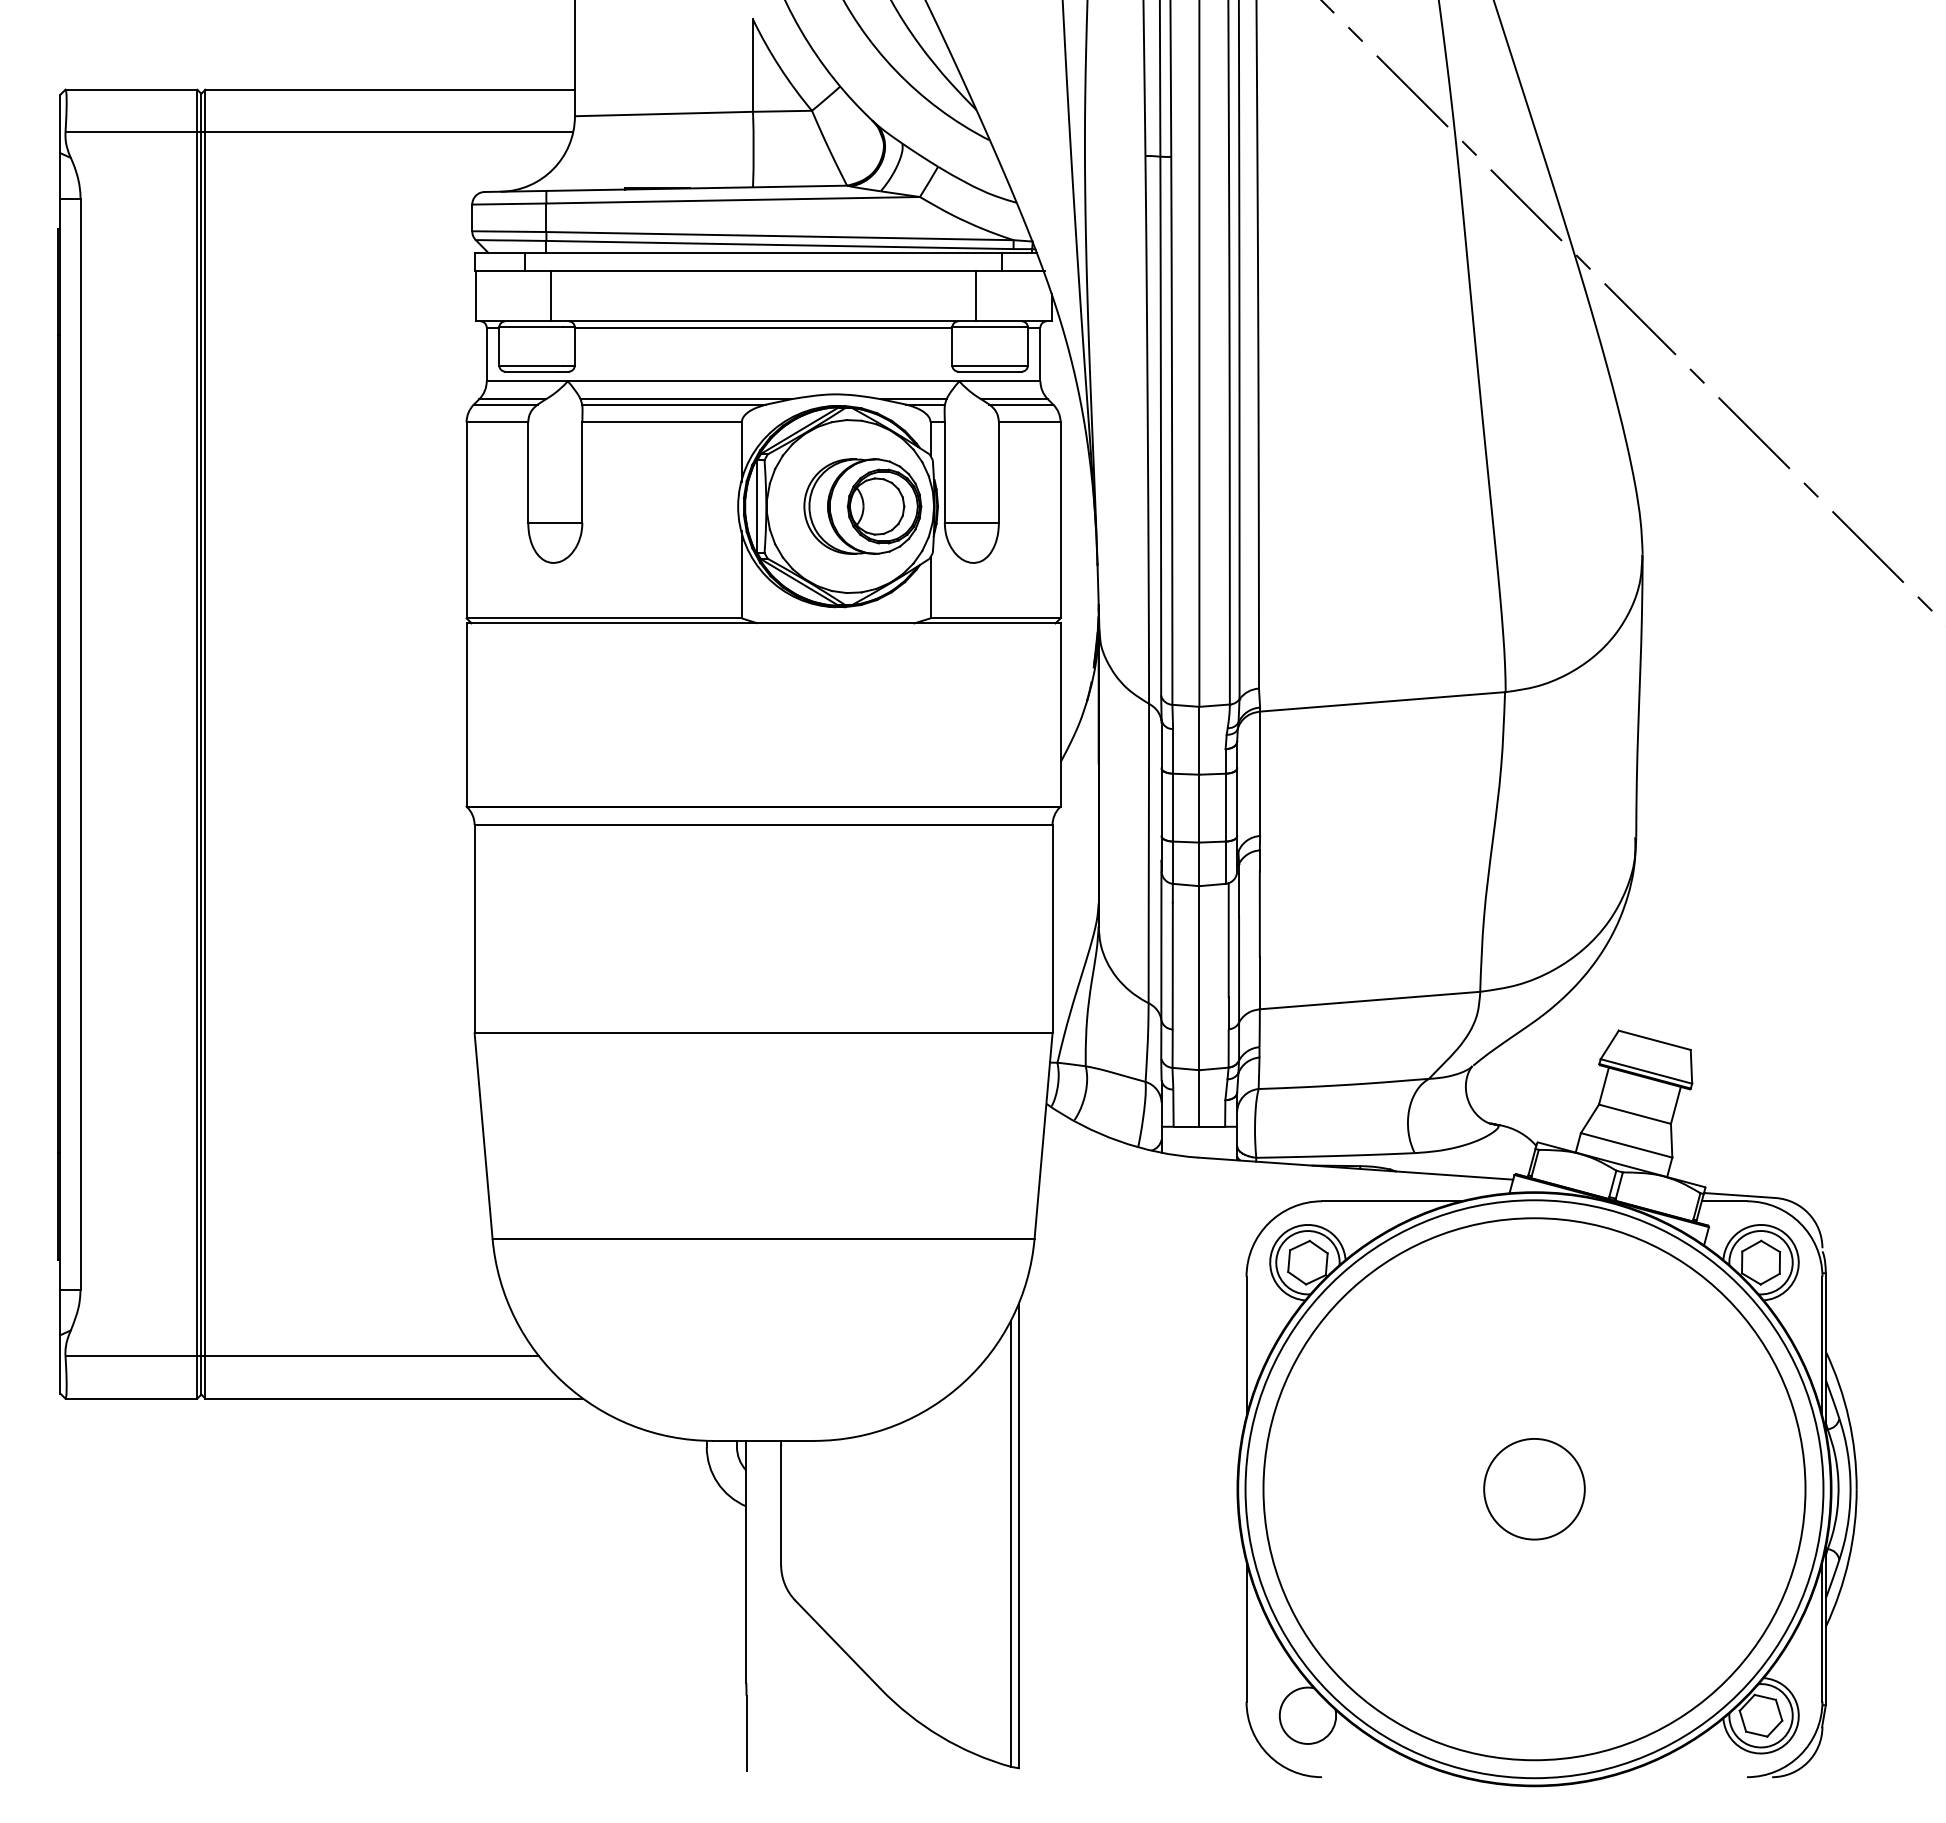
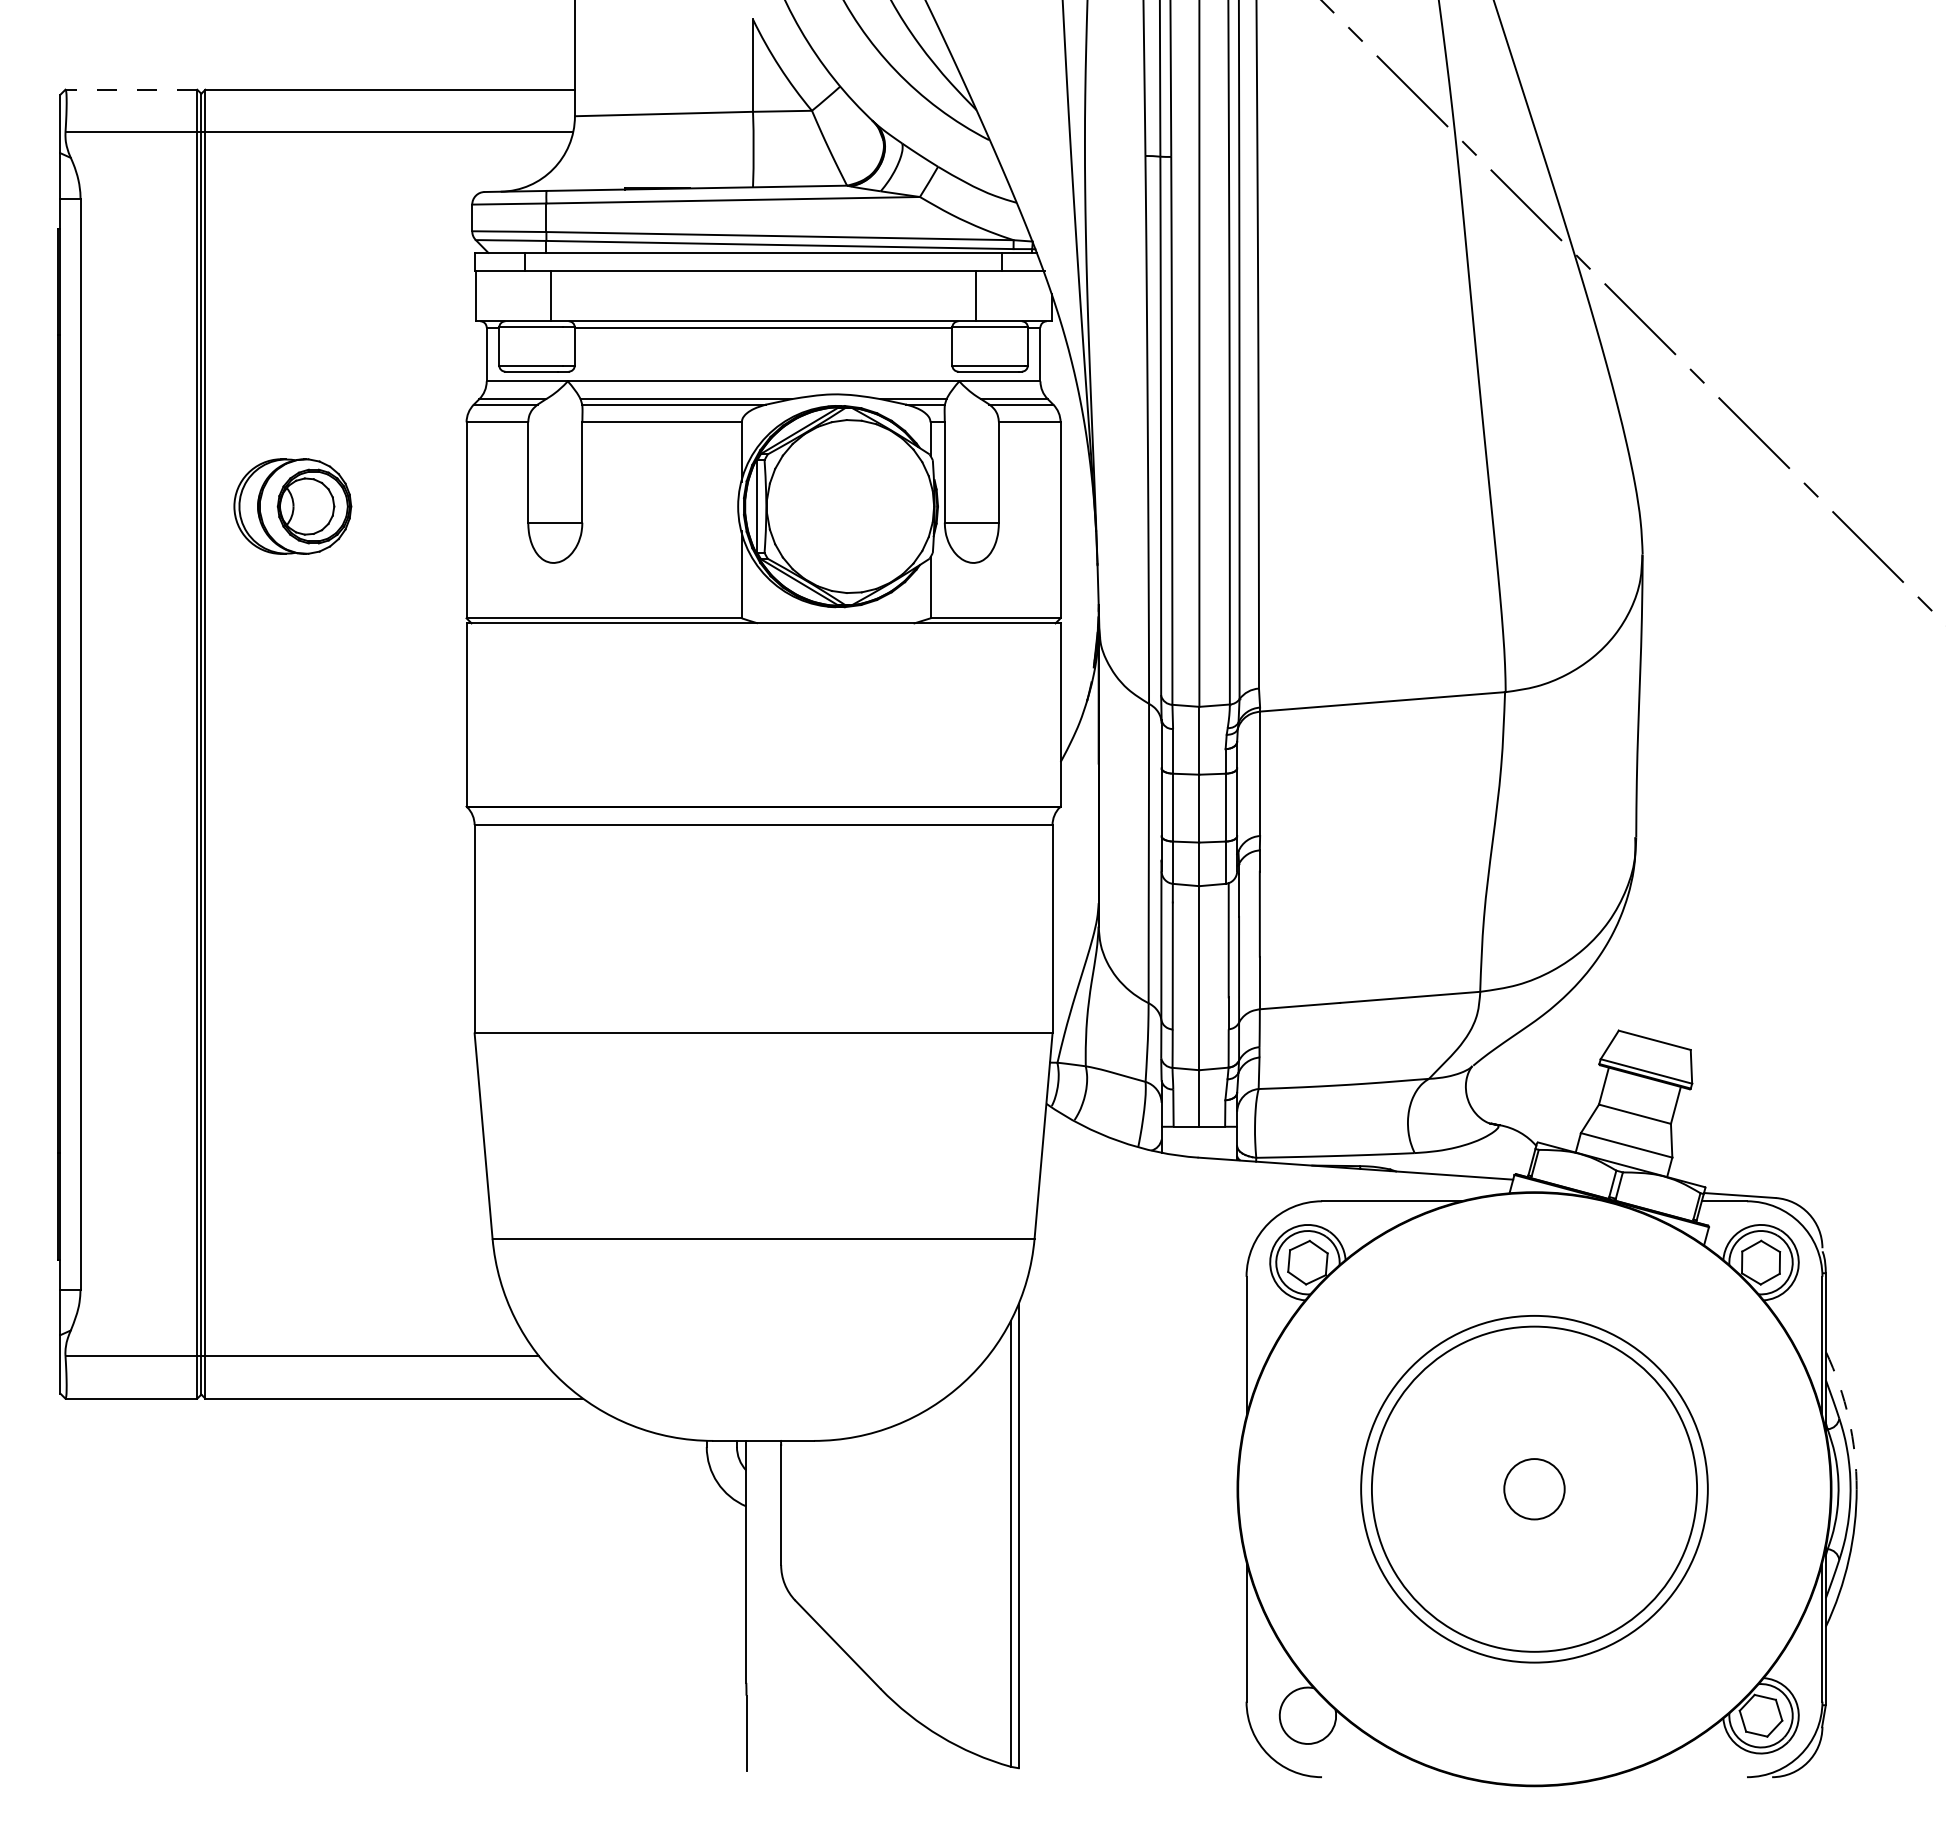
line at (131, 89): solid -> dashed
part at (862, 506) position: (862, 506) -> (292, 506)
arc at (1848, 1418): solid -> dashed
circle at (1534, 1488) diameter: 101 px -> 60 px
circle at (1534, 1489) diameter: 542 px -> 325 px
circle at (1534, 1489) diameter: 578 px -> 347 px
